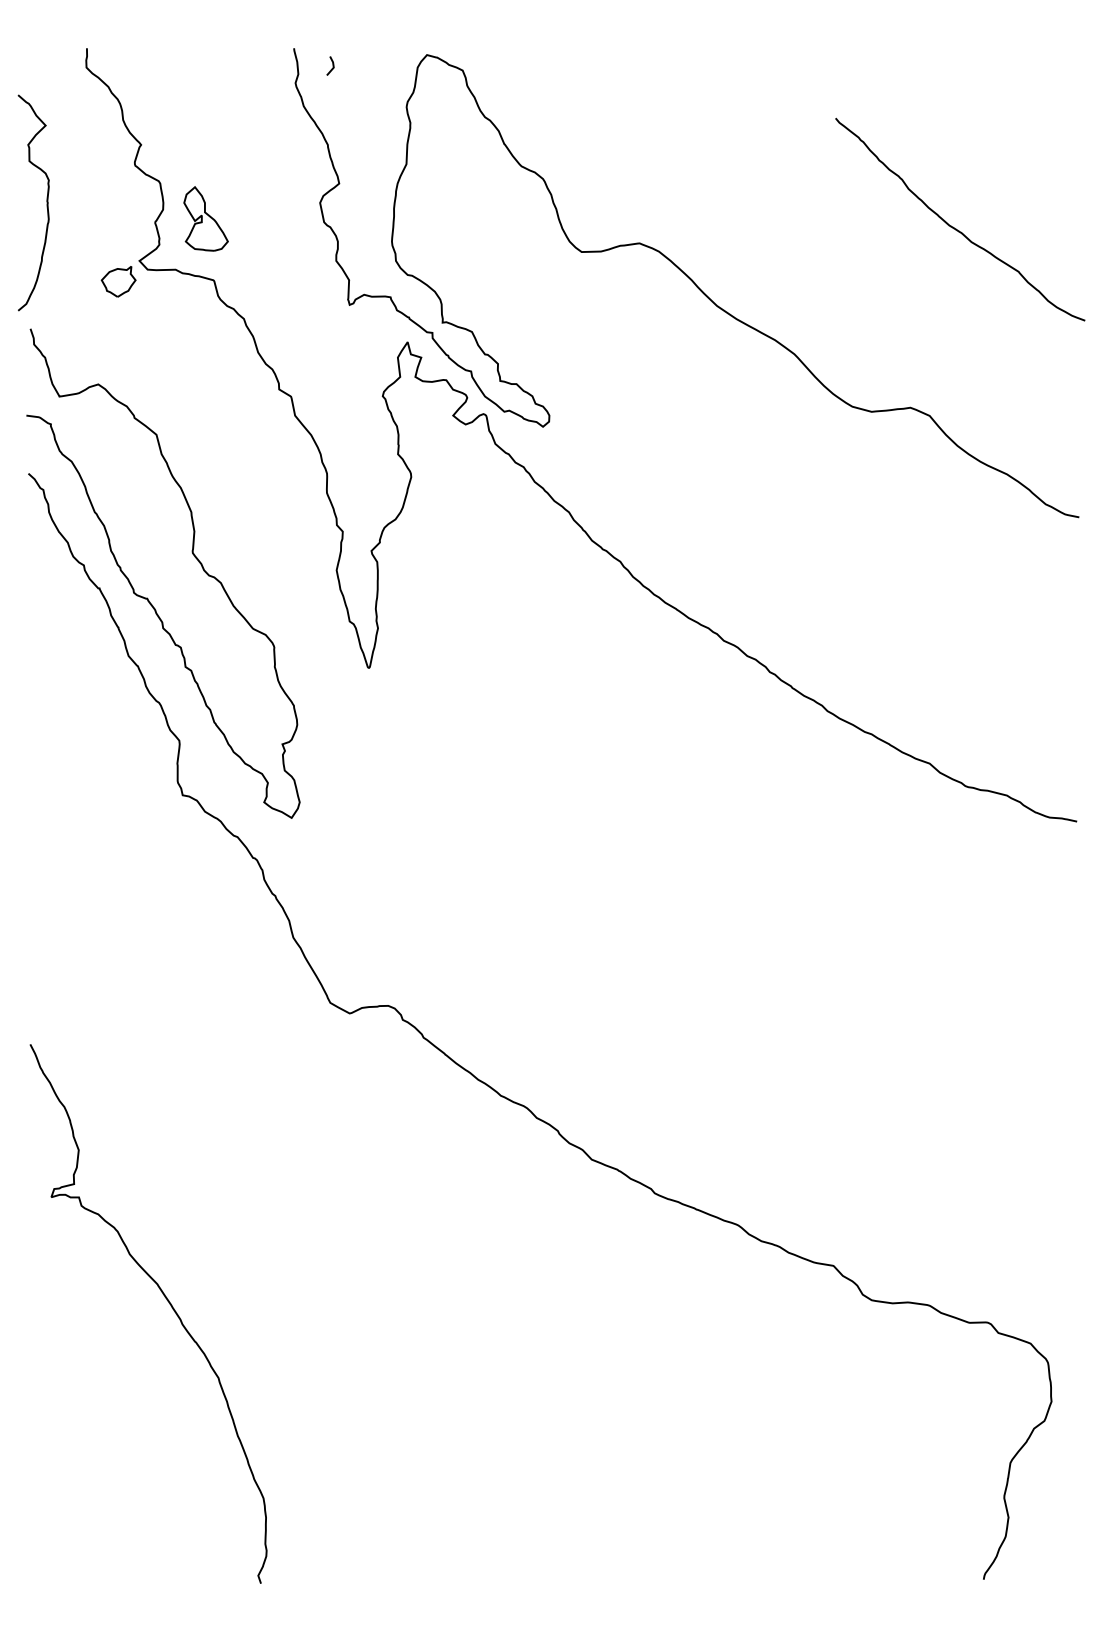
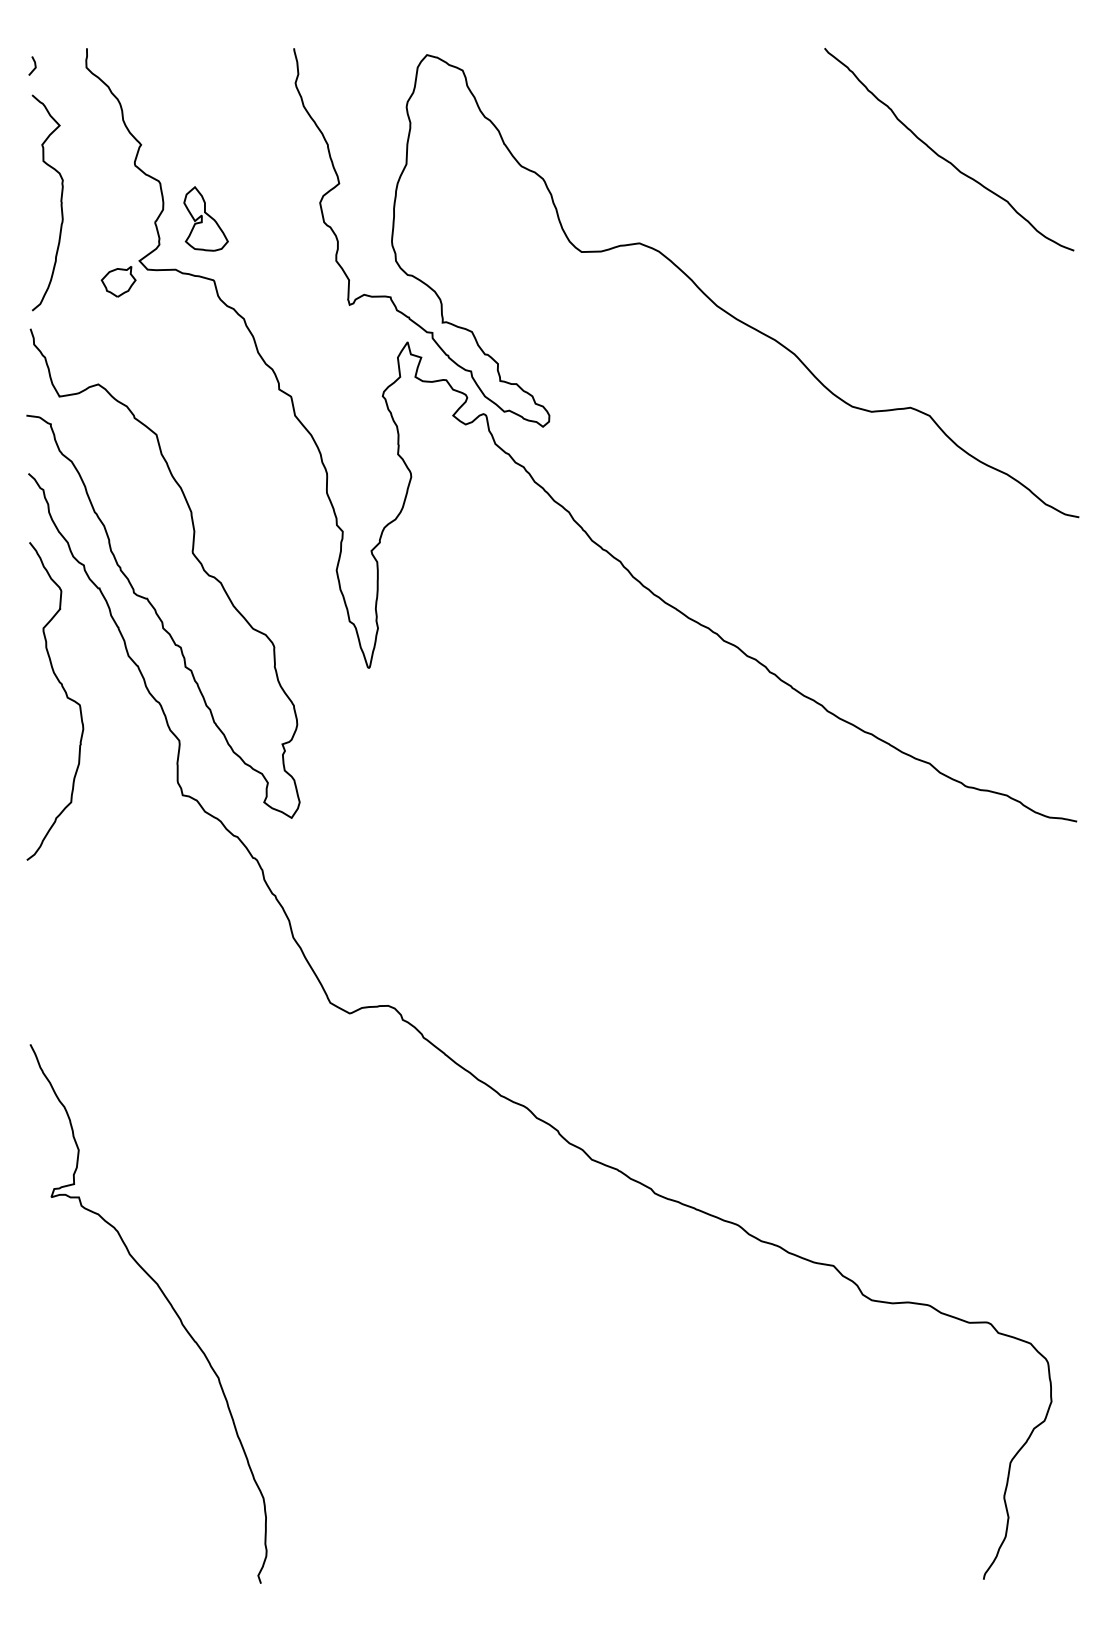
line at (332, 65) position: (332, 65) -> (34, 65)
curve at (46, 202) position: (46, 202) -> (60, 202)
curve at (956, 228) position: (956, 228) -> (945, 158)
curve at (66, 697): none -> present
